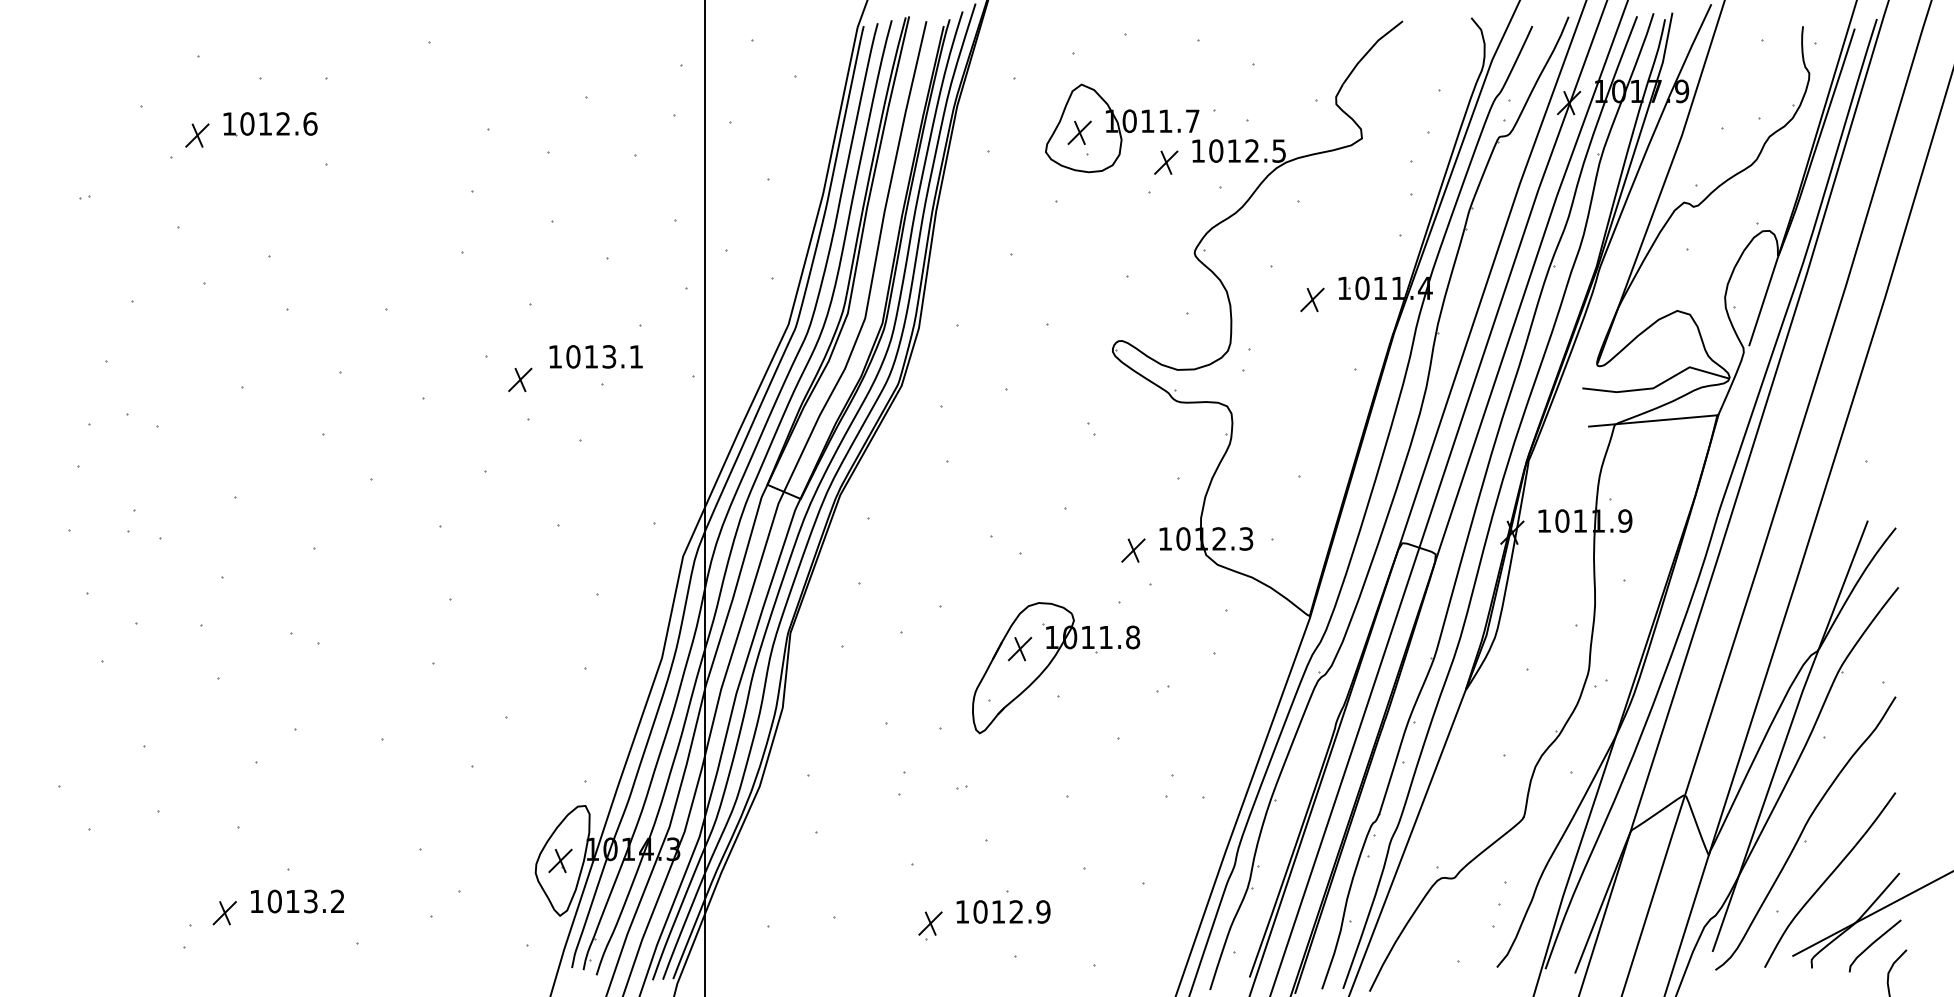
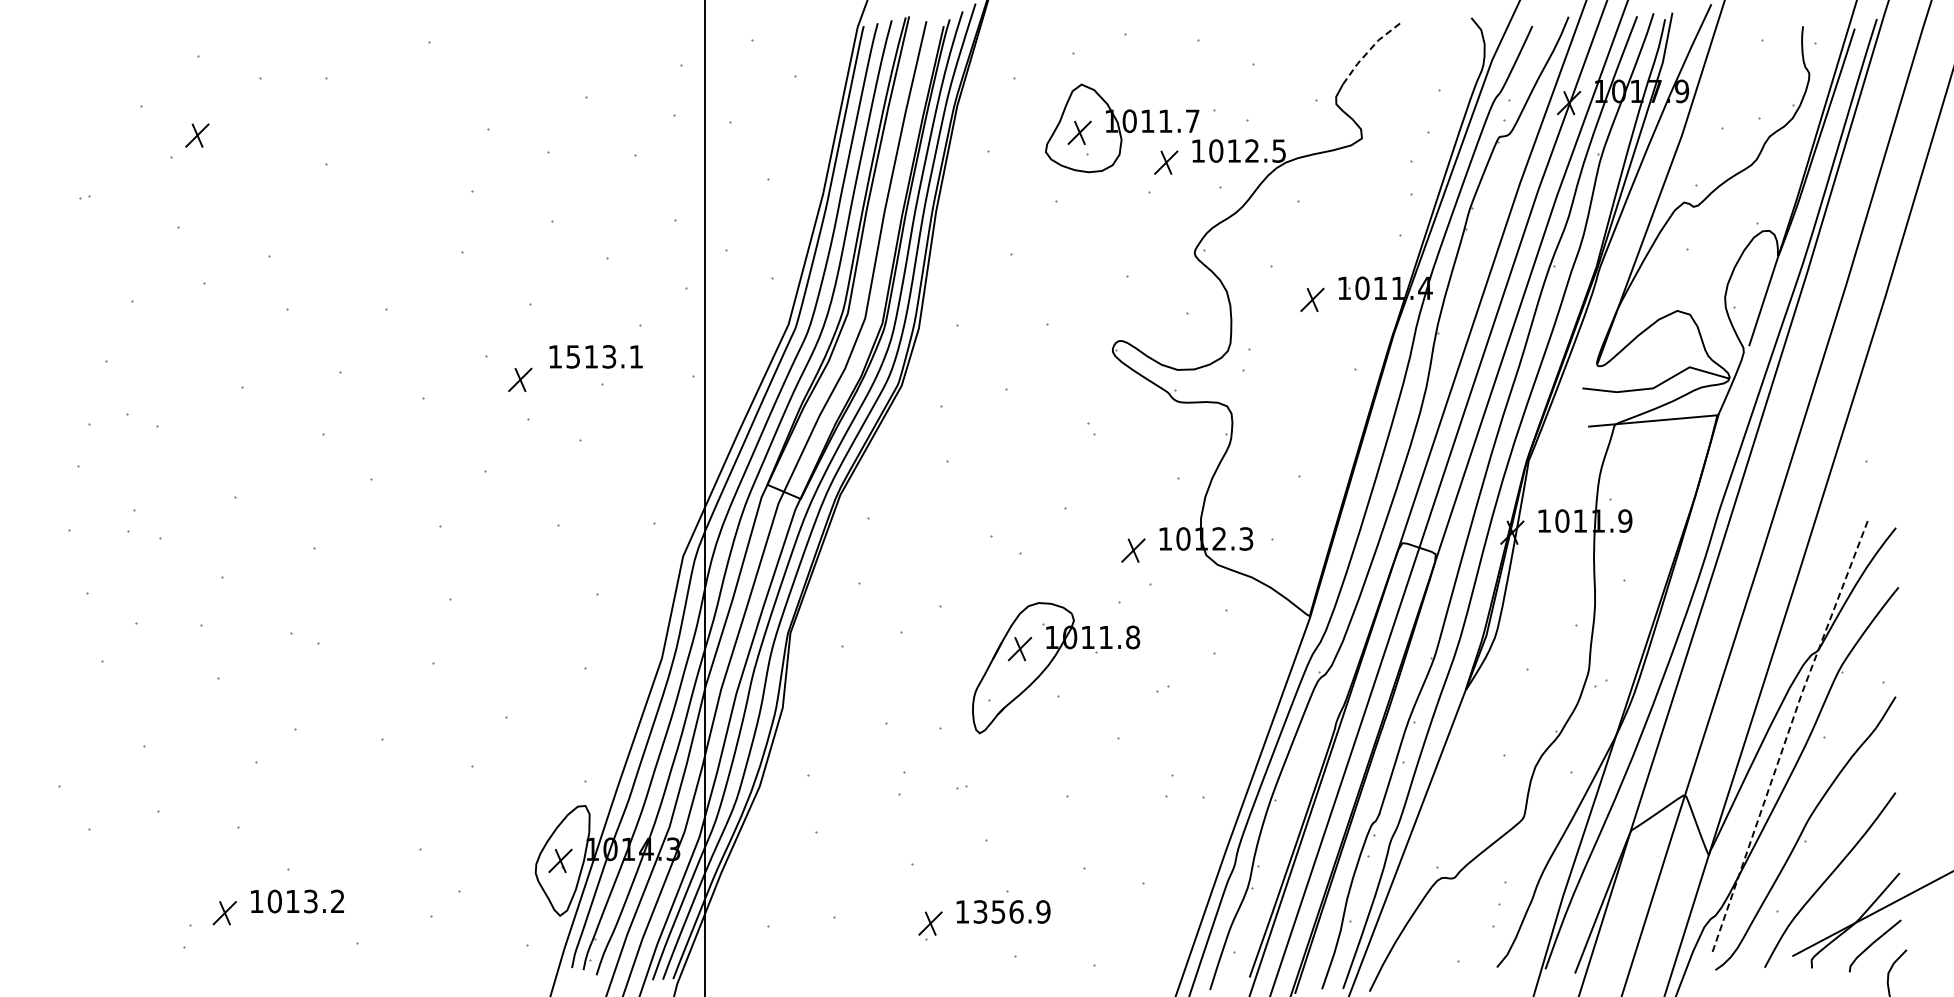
line at (1369, 49): solid -> dashed
part at (270, 124): present -> none
text at (573, 356): 1013.1 -> 1513.1
line at (1787, 734): solid -> dashed
text at (998, 911): 1012.9 -> 1356.9
